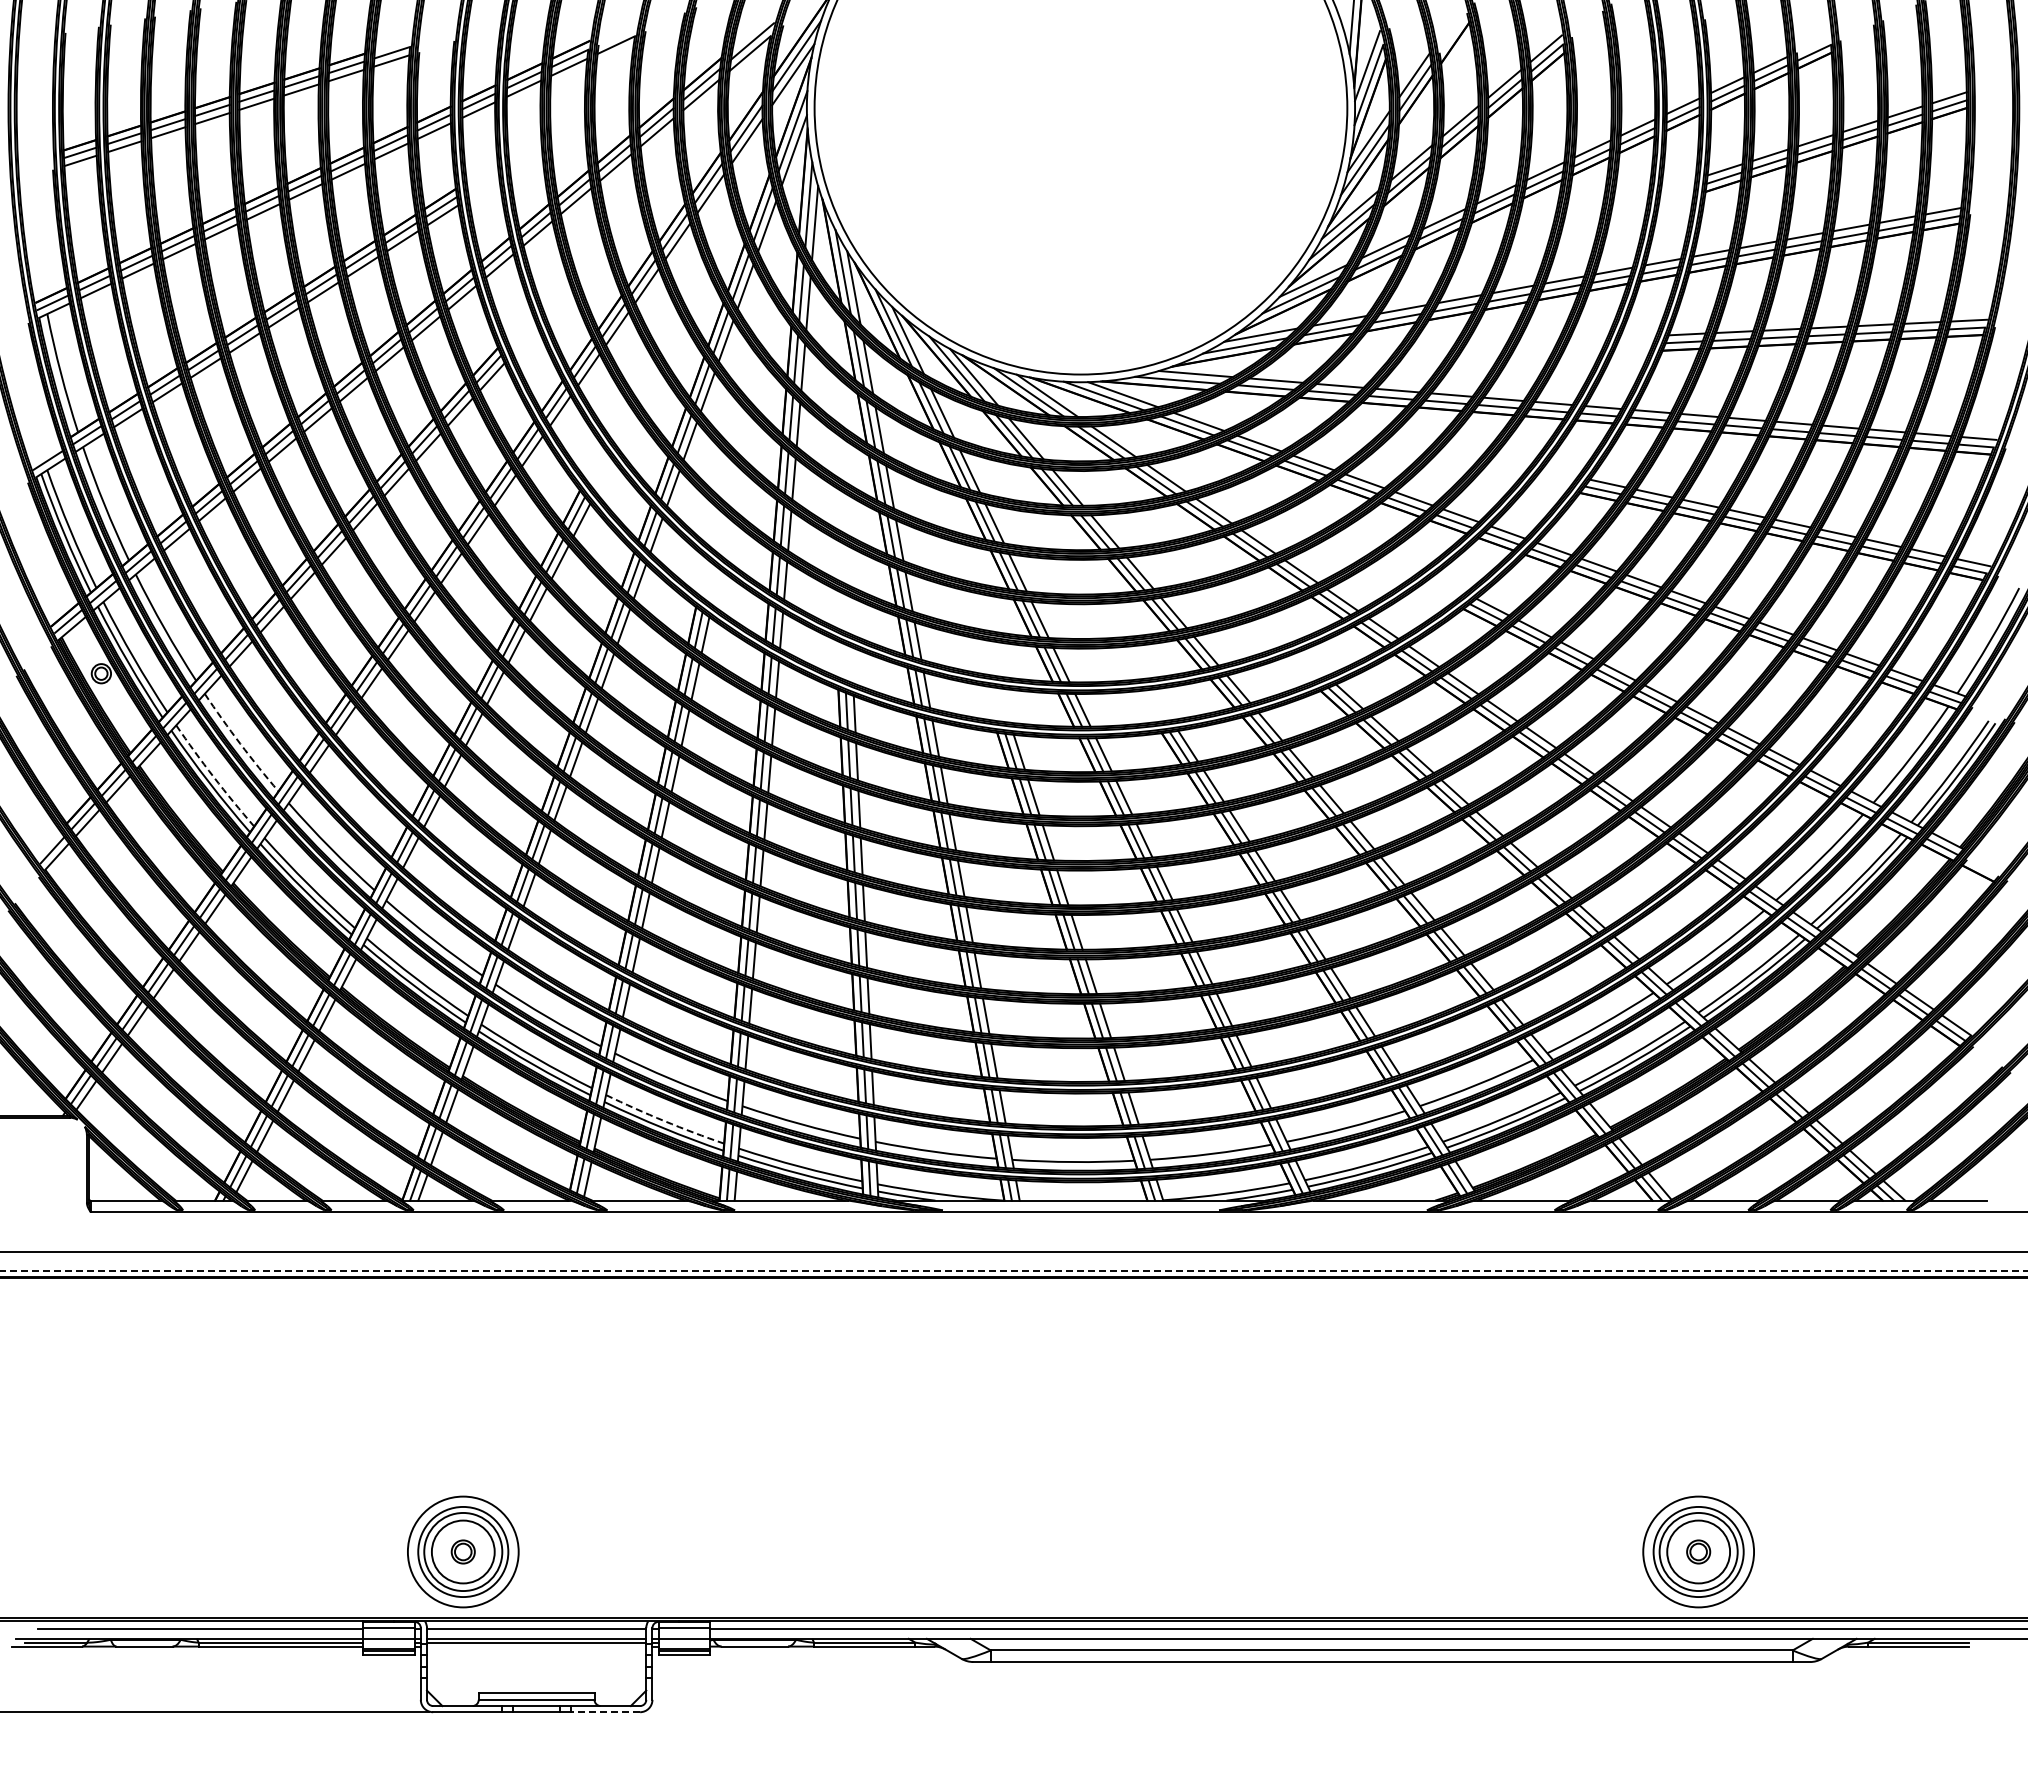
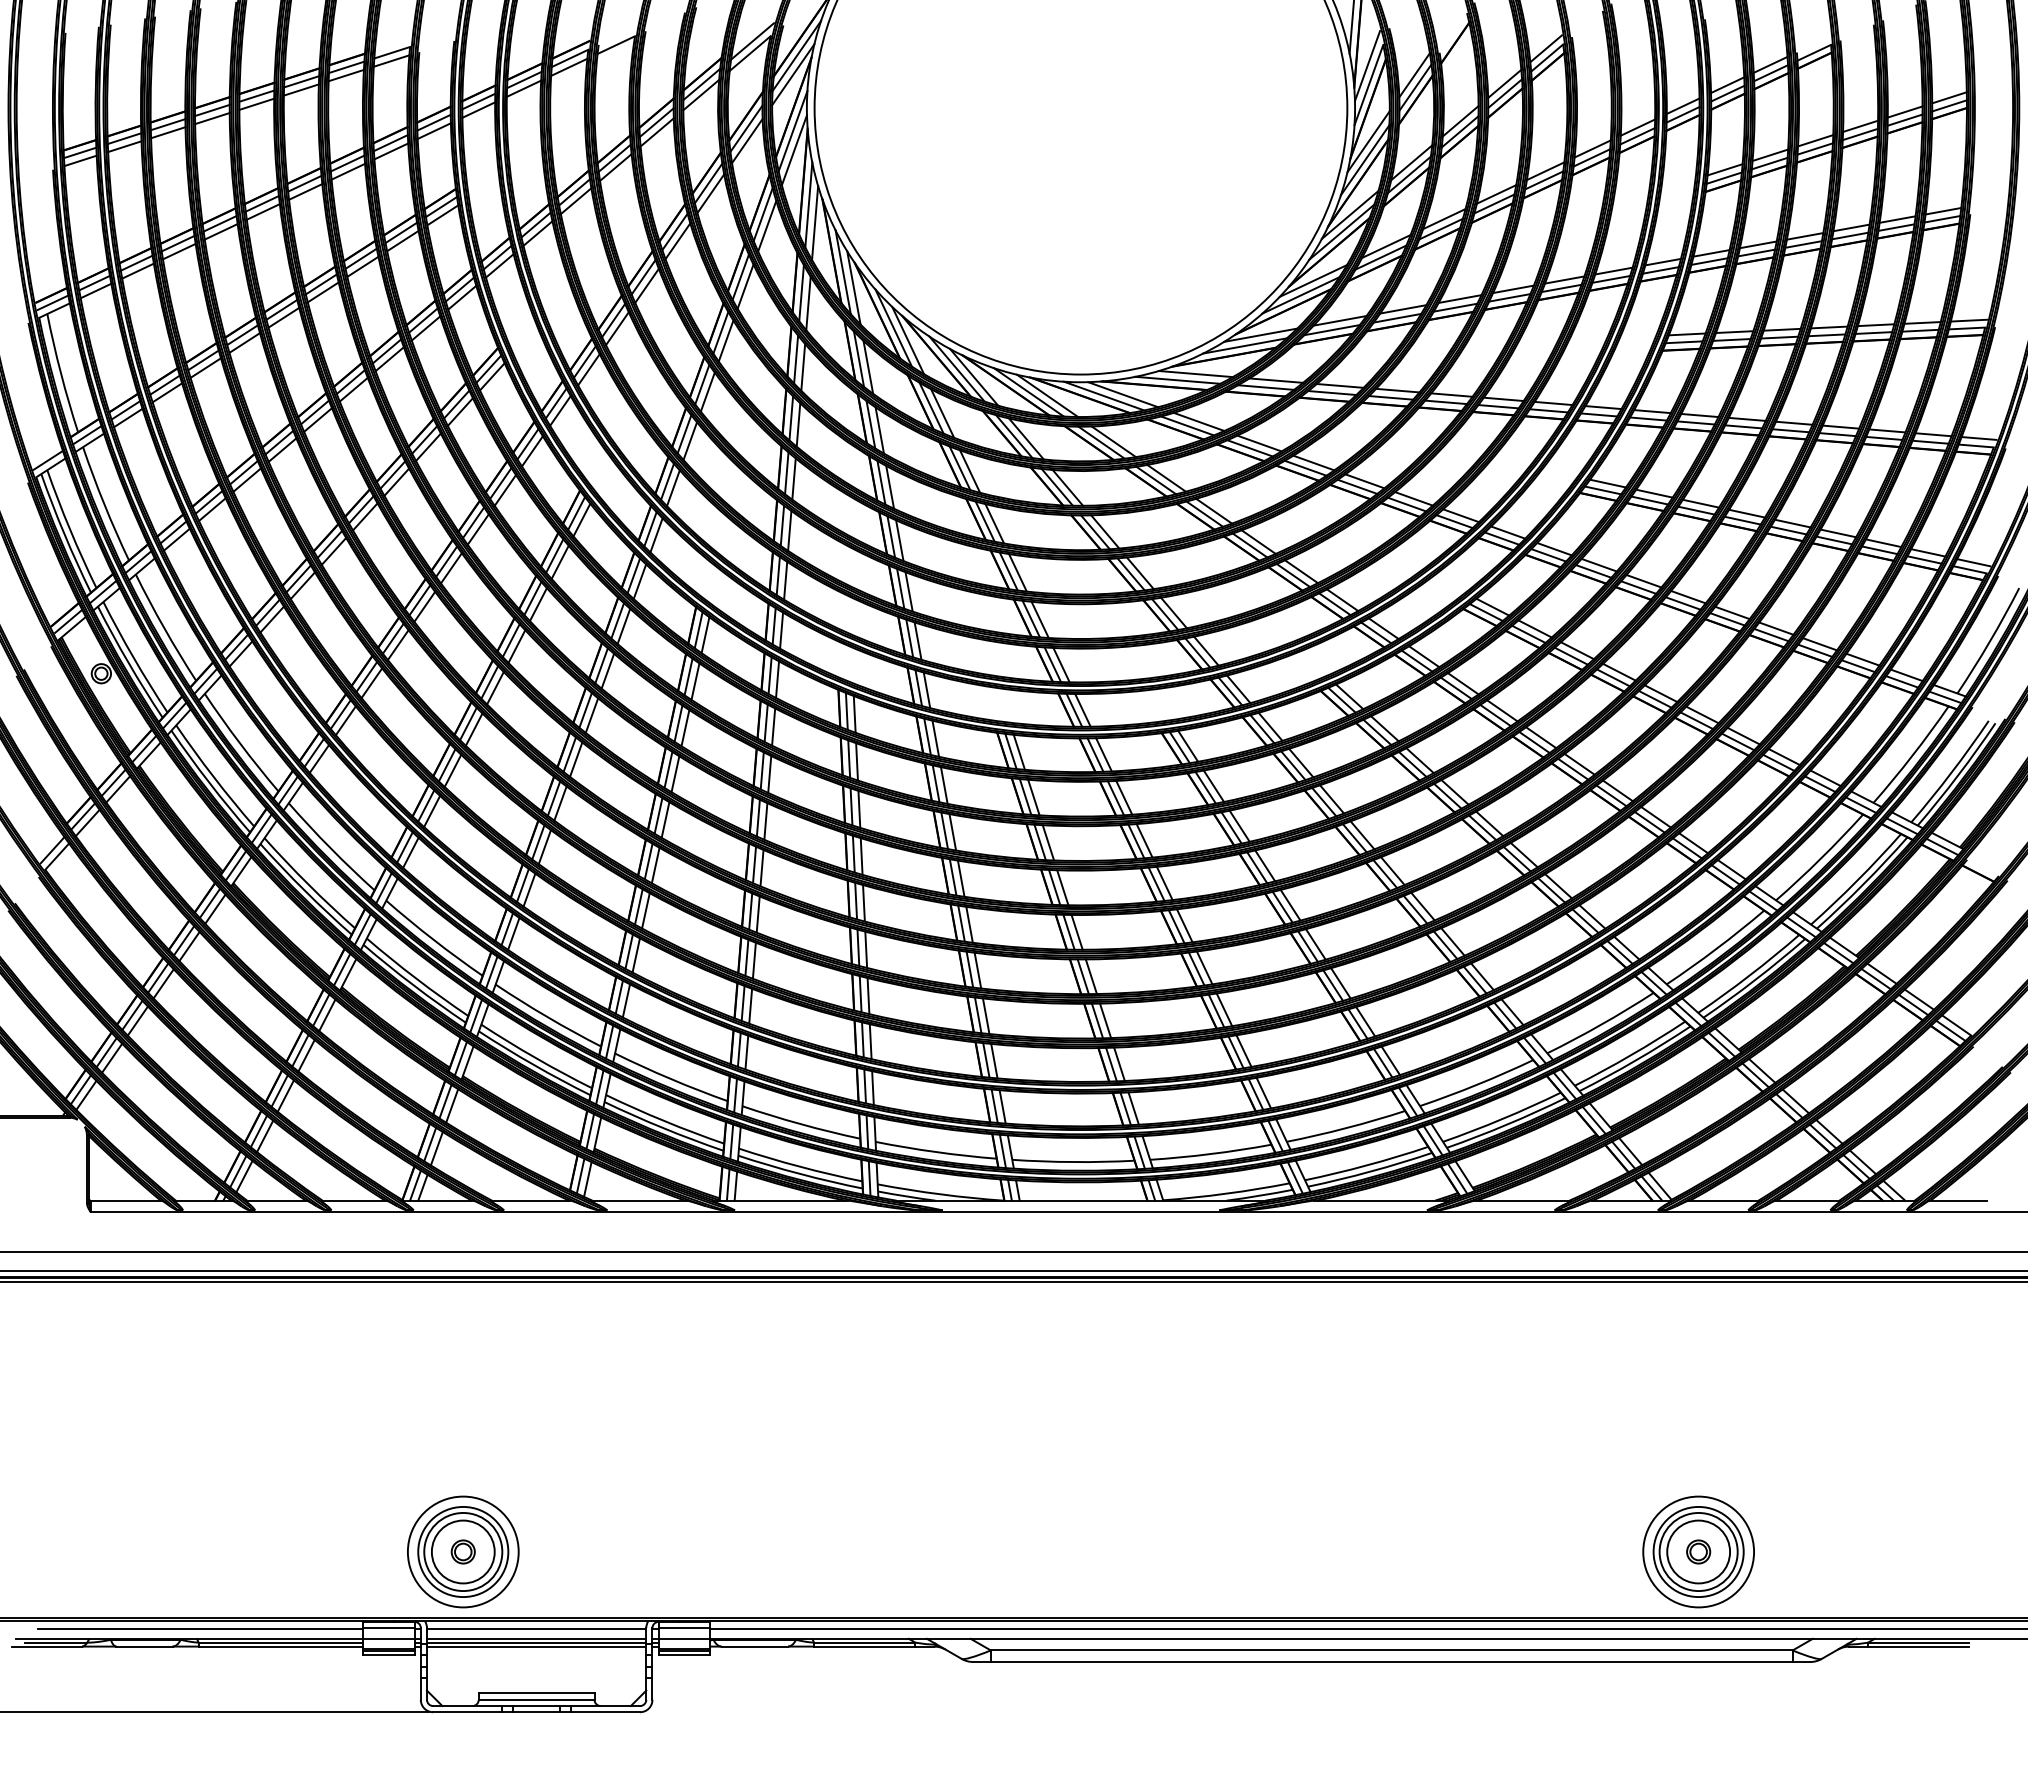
arc at (240, 743): dashed -> solid
arc at (213, 777): dashed -> solid
arc at (664, 1121): dashed -> solid
line at (1014, 1271): dashed -> solid
line at (1013, 1281): none -> present
line at (536, 1646): none -> present
line at (605, 1712): dashed -> solid
